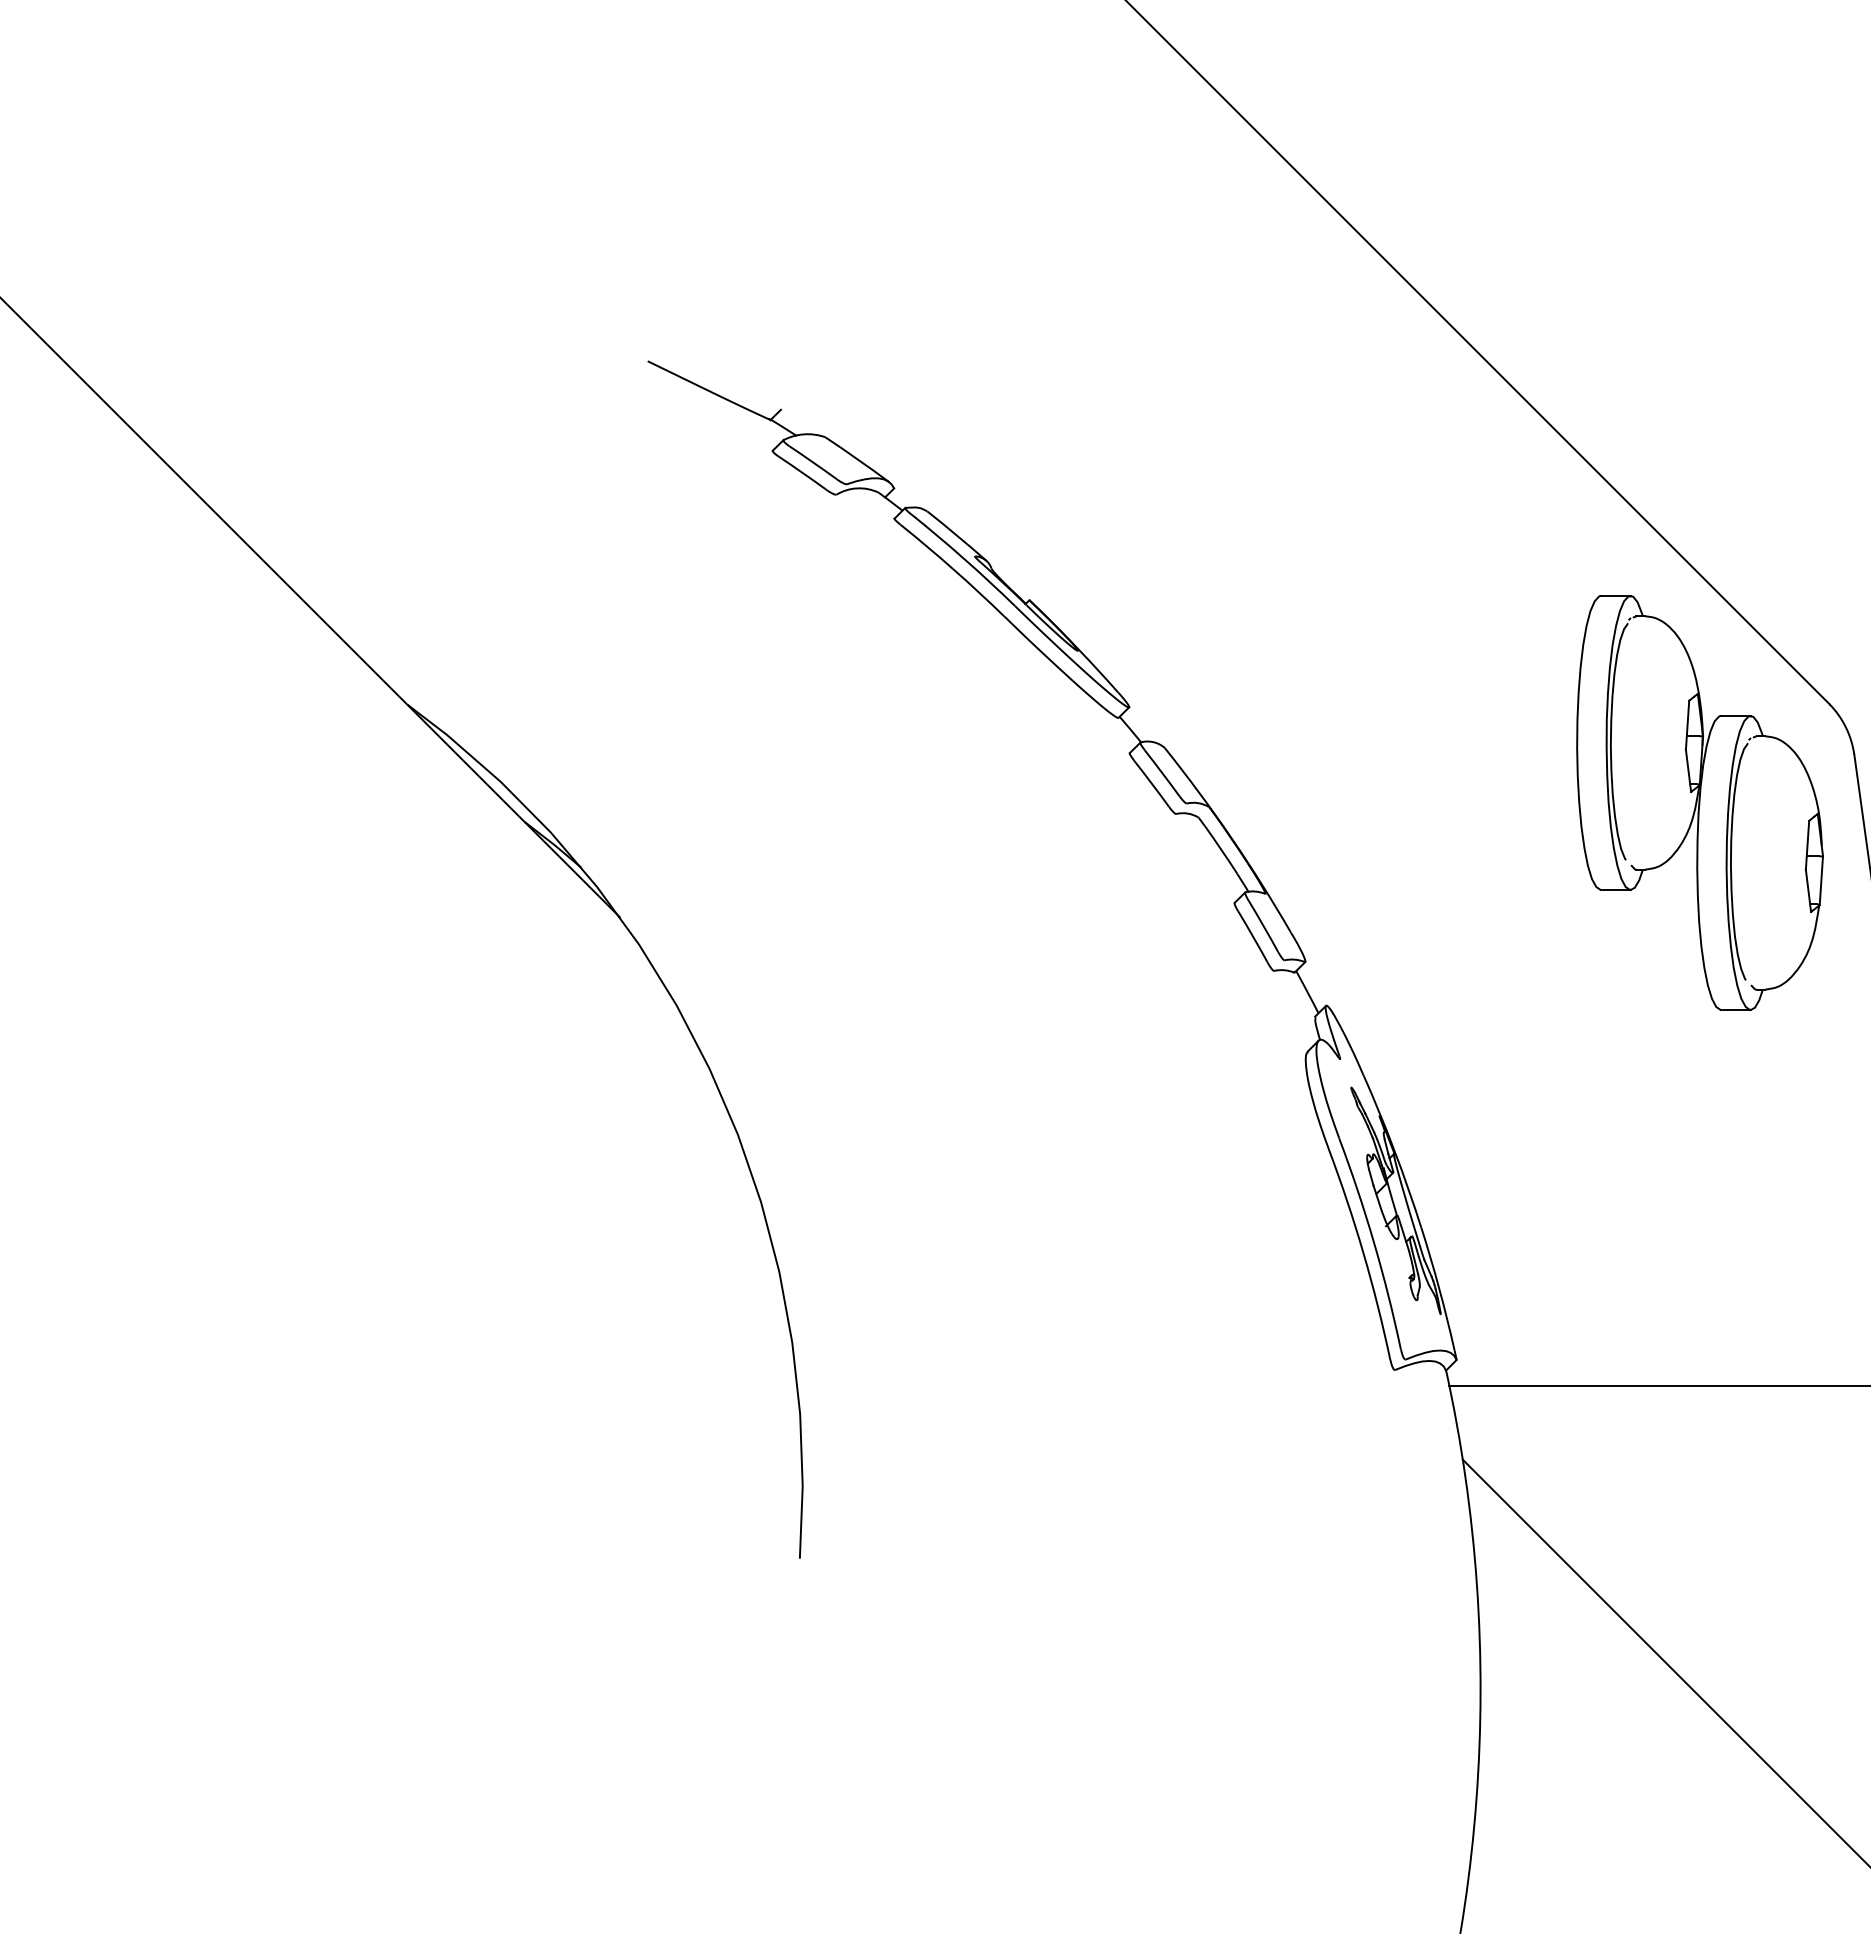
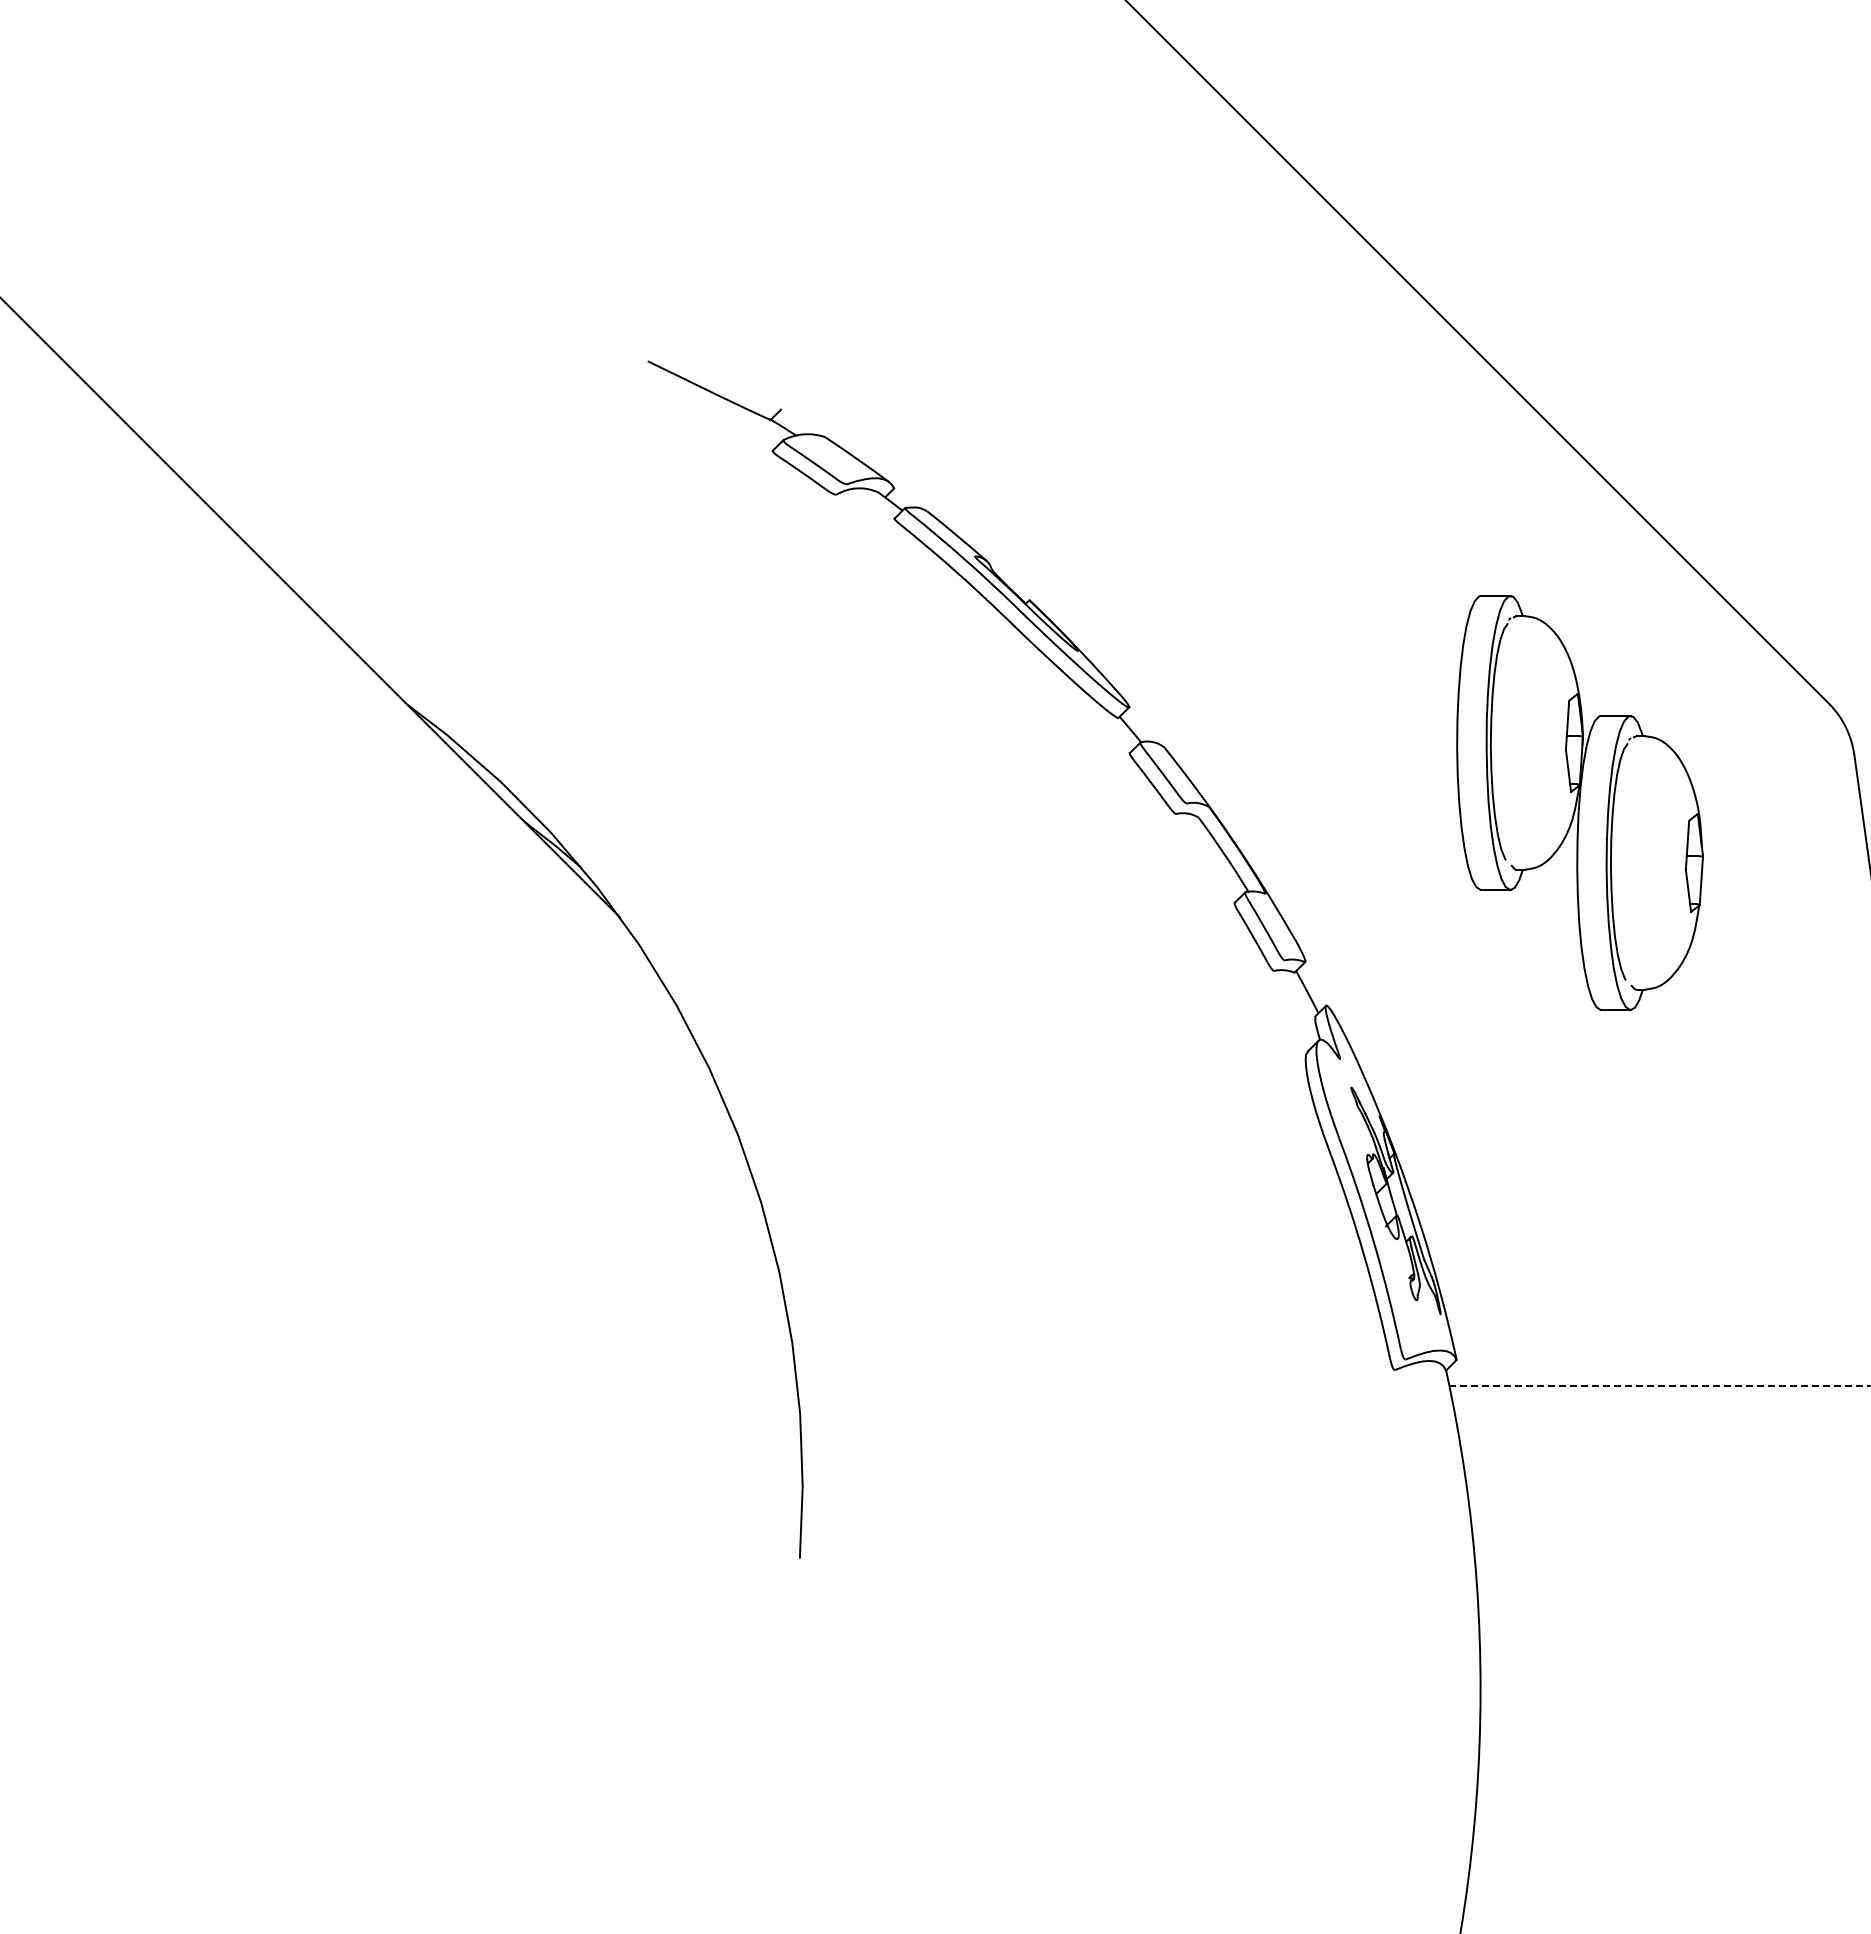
part at (1699, 803) position: (1699, 803) -> (1579, 803)
line at (1660, 1385): solid -> dashed
line at (1664, 1661): present -> none
